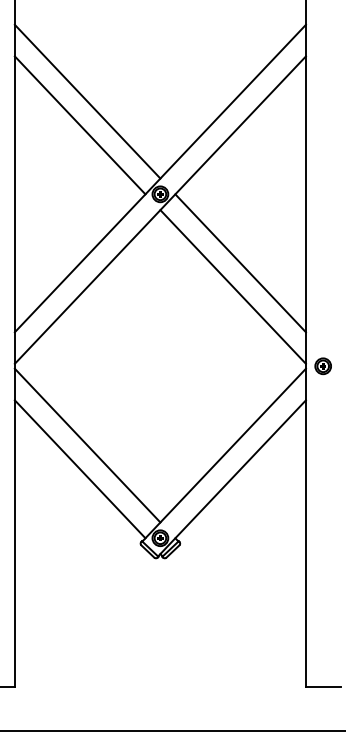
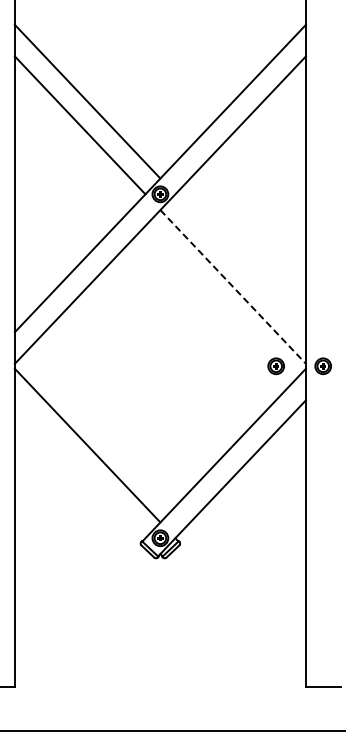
line at (240, 263): present -> none
line at (233, 286): solid -> dashed
part at (275, 366): none -> present
line at (79, 469): present -> none
